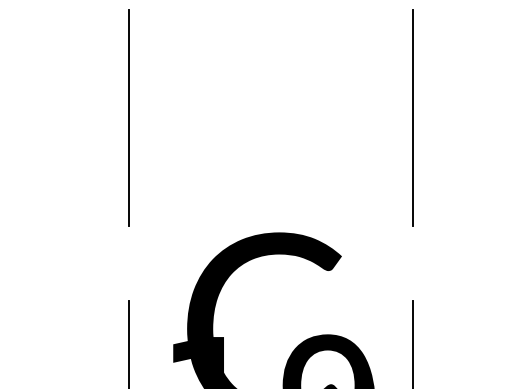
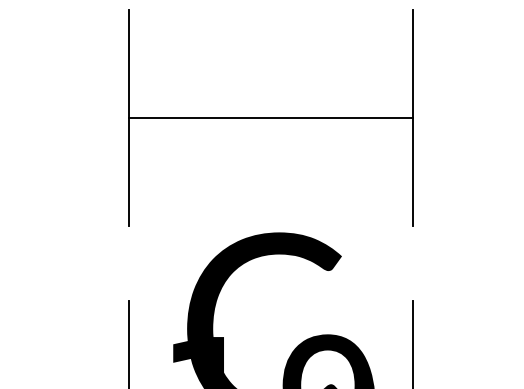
line at (270, 117): none -> present
